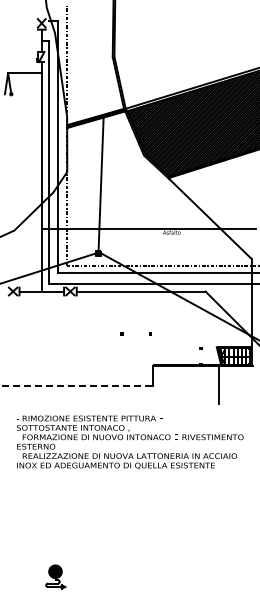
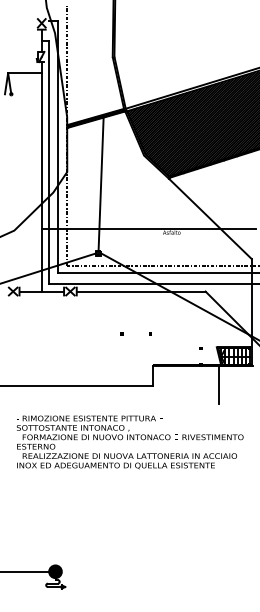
line at (77, 385): dashed -> solid
line at (25, 571): none -> present
